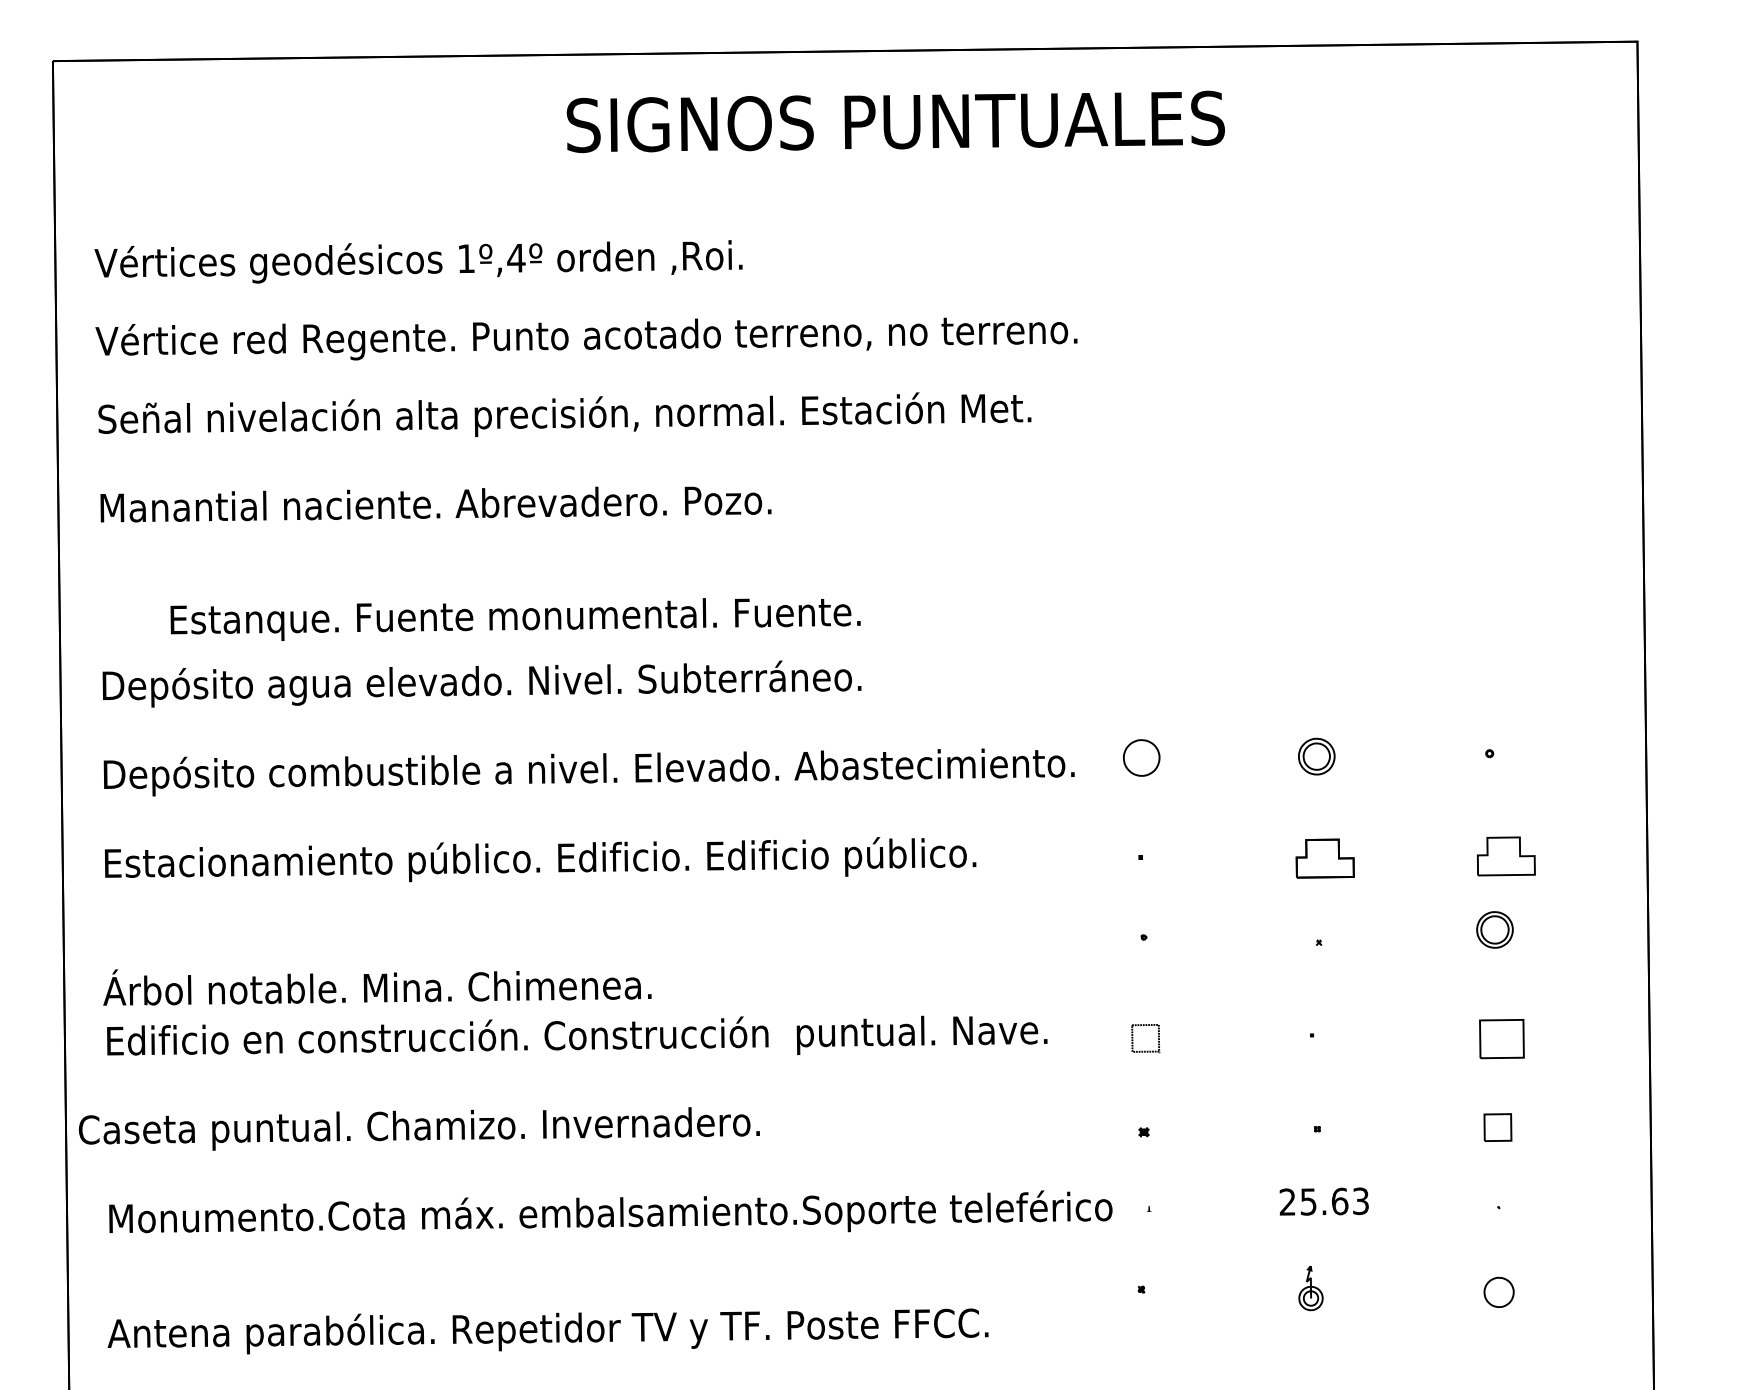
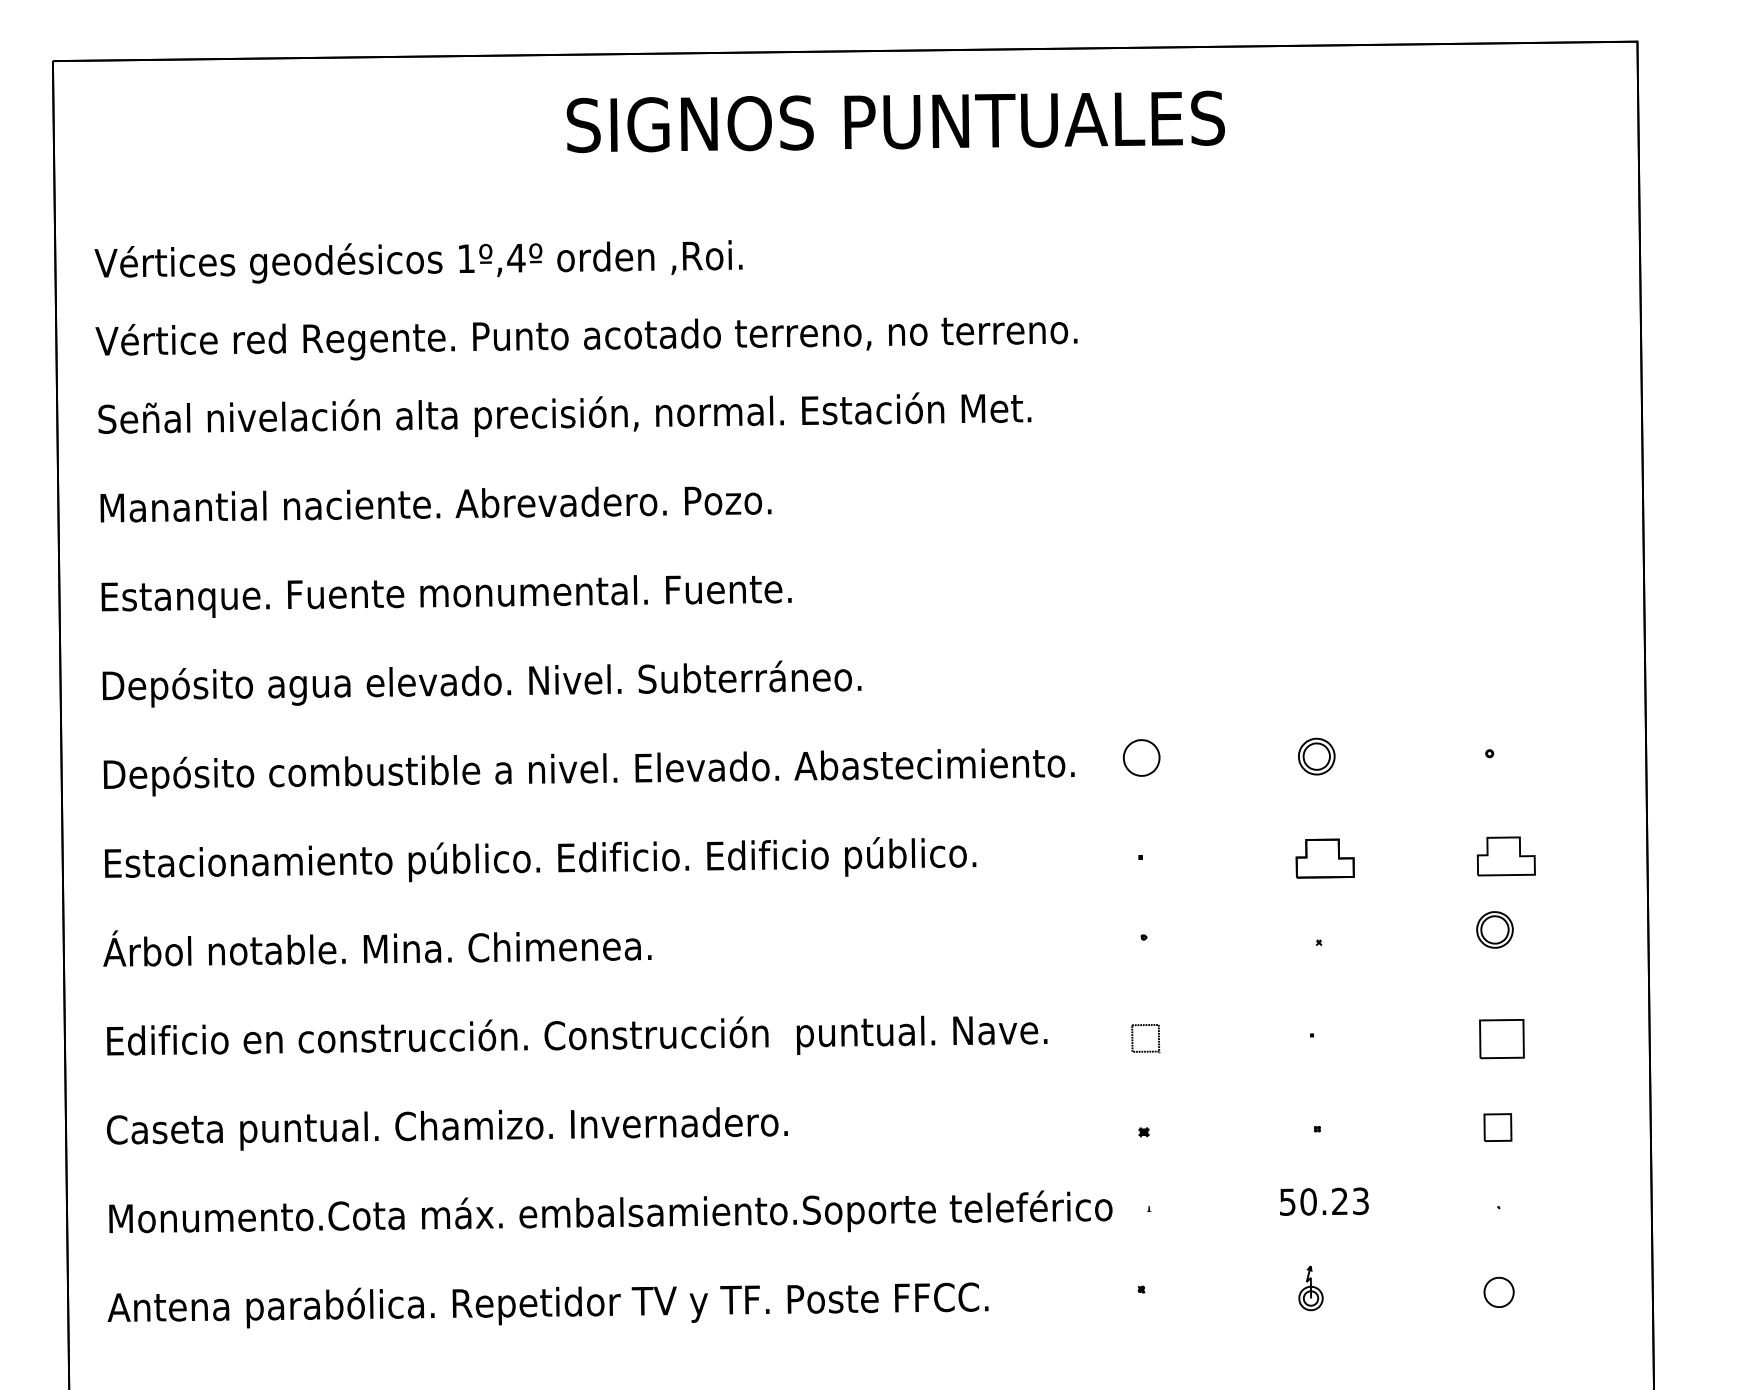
text at (515, 619) position: (515, 619) -> (446, 596)
text at (377, 987) position: (377, 987) -> (377, 948)
text at (419, 1128) position: (419, 1128) -> (447, 1128)
text at (1313, 1201): 25.63 -> 50.23
text at (547, 1331) position: (547, 1331) -> (547, 1305)
